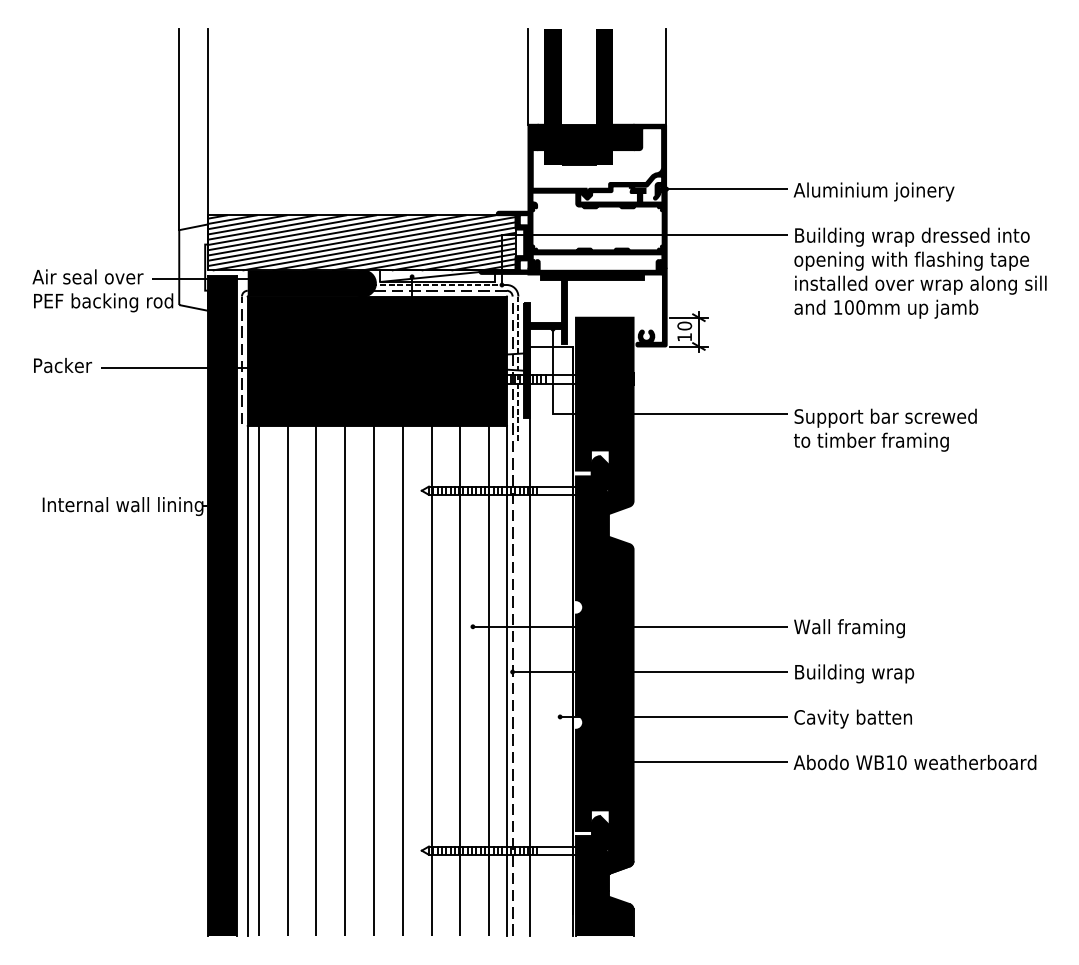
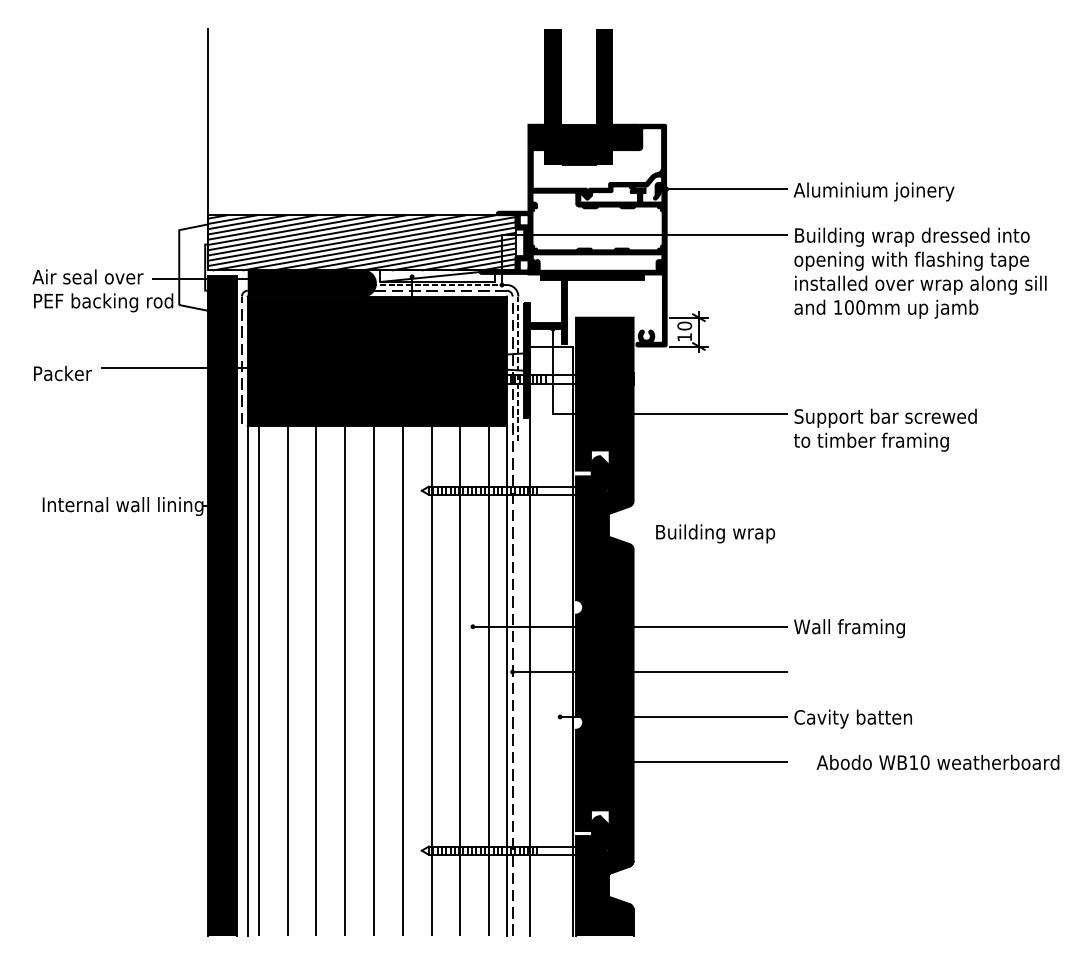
line at (528, 76): present -> none
line at (666, 76): present -> none
line at (179, 129): present -> none
text at (63, 365) position: (63, 365) -> (63, 373)
text at (854, 673) position: (854, 673) -> (715, 533)
text at (914, 762) position: (914, 762) -> (937, 762)
